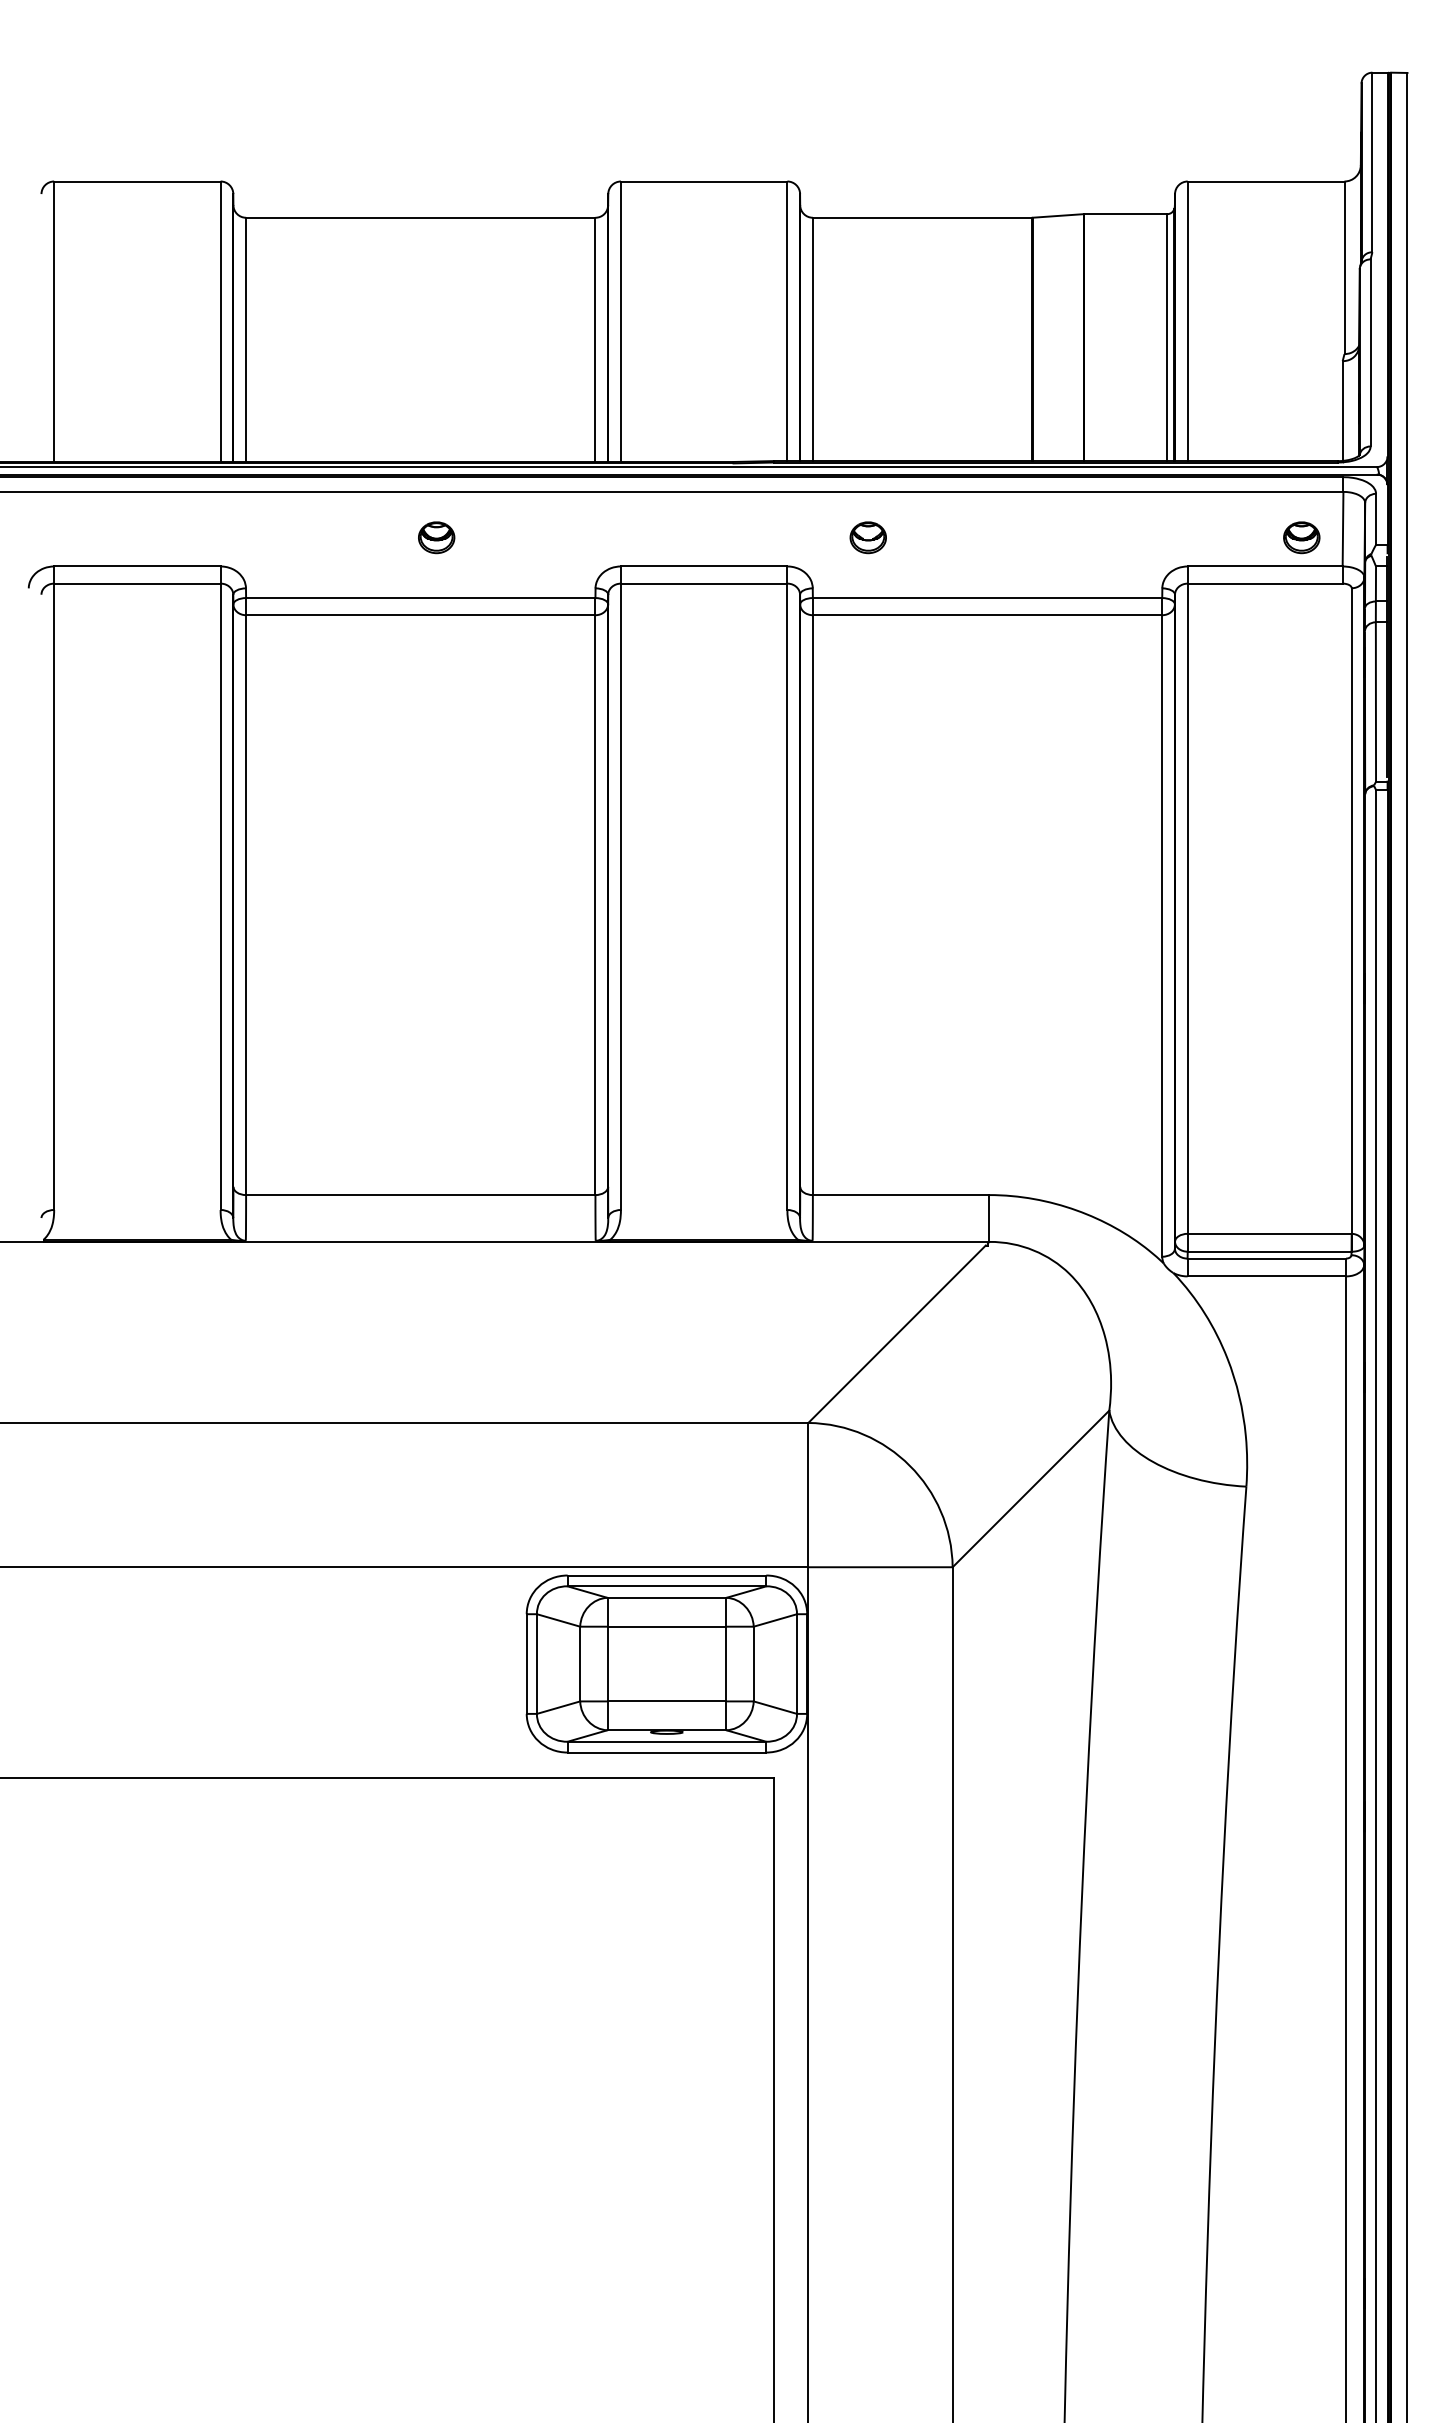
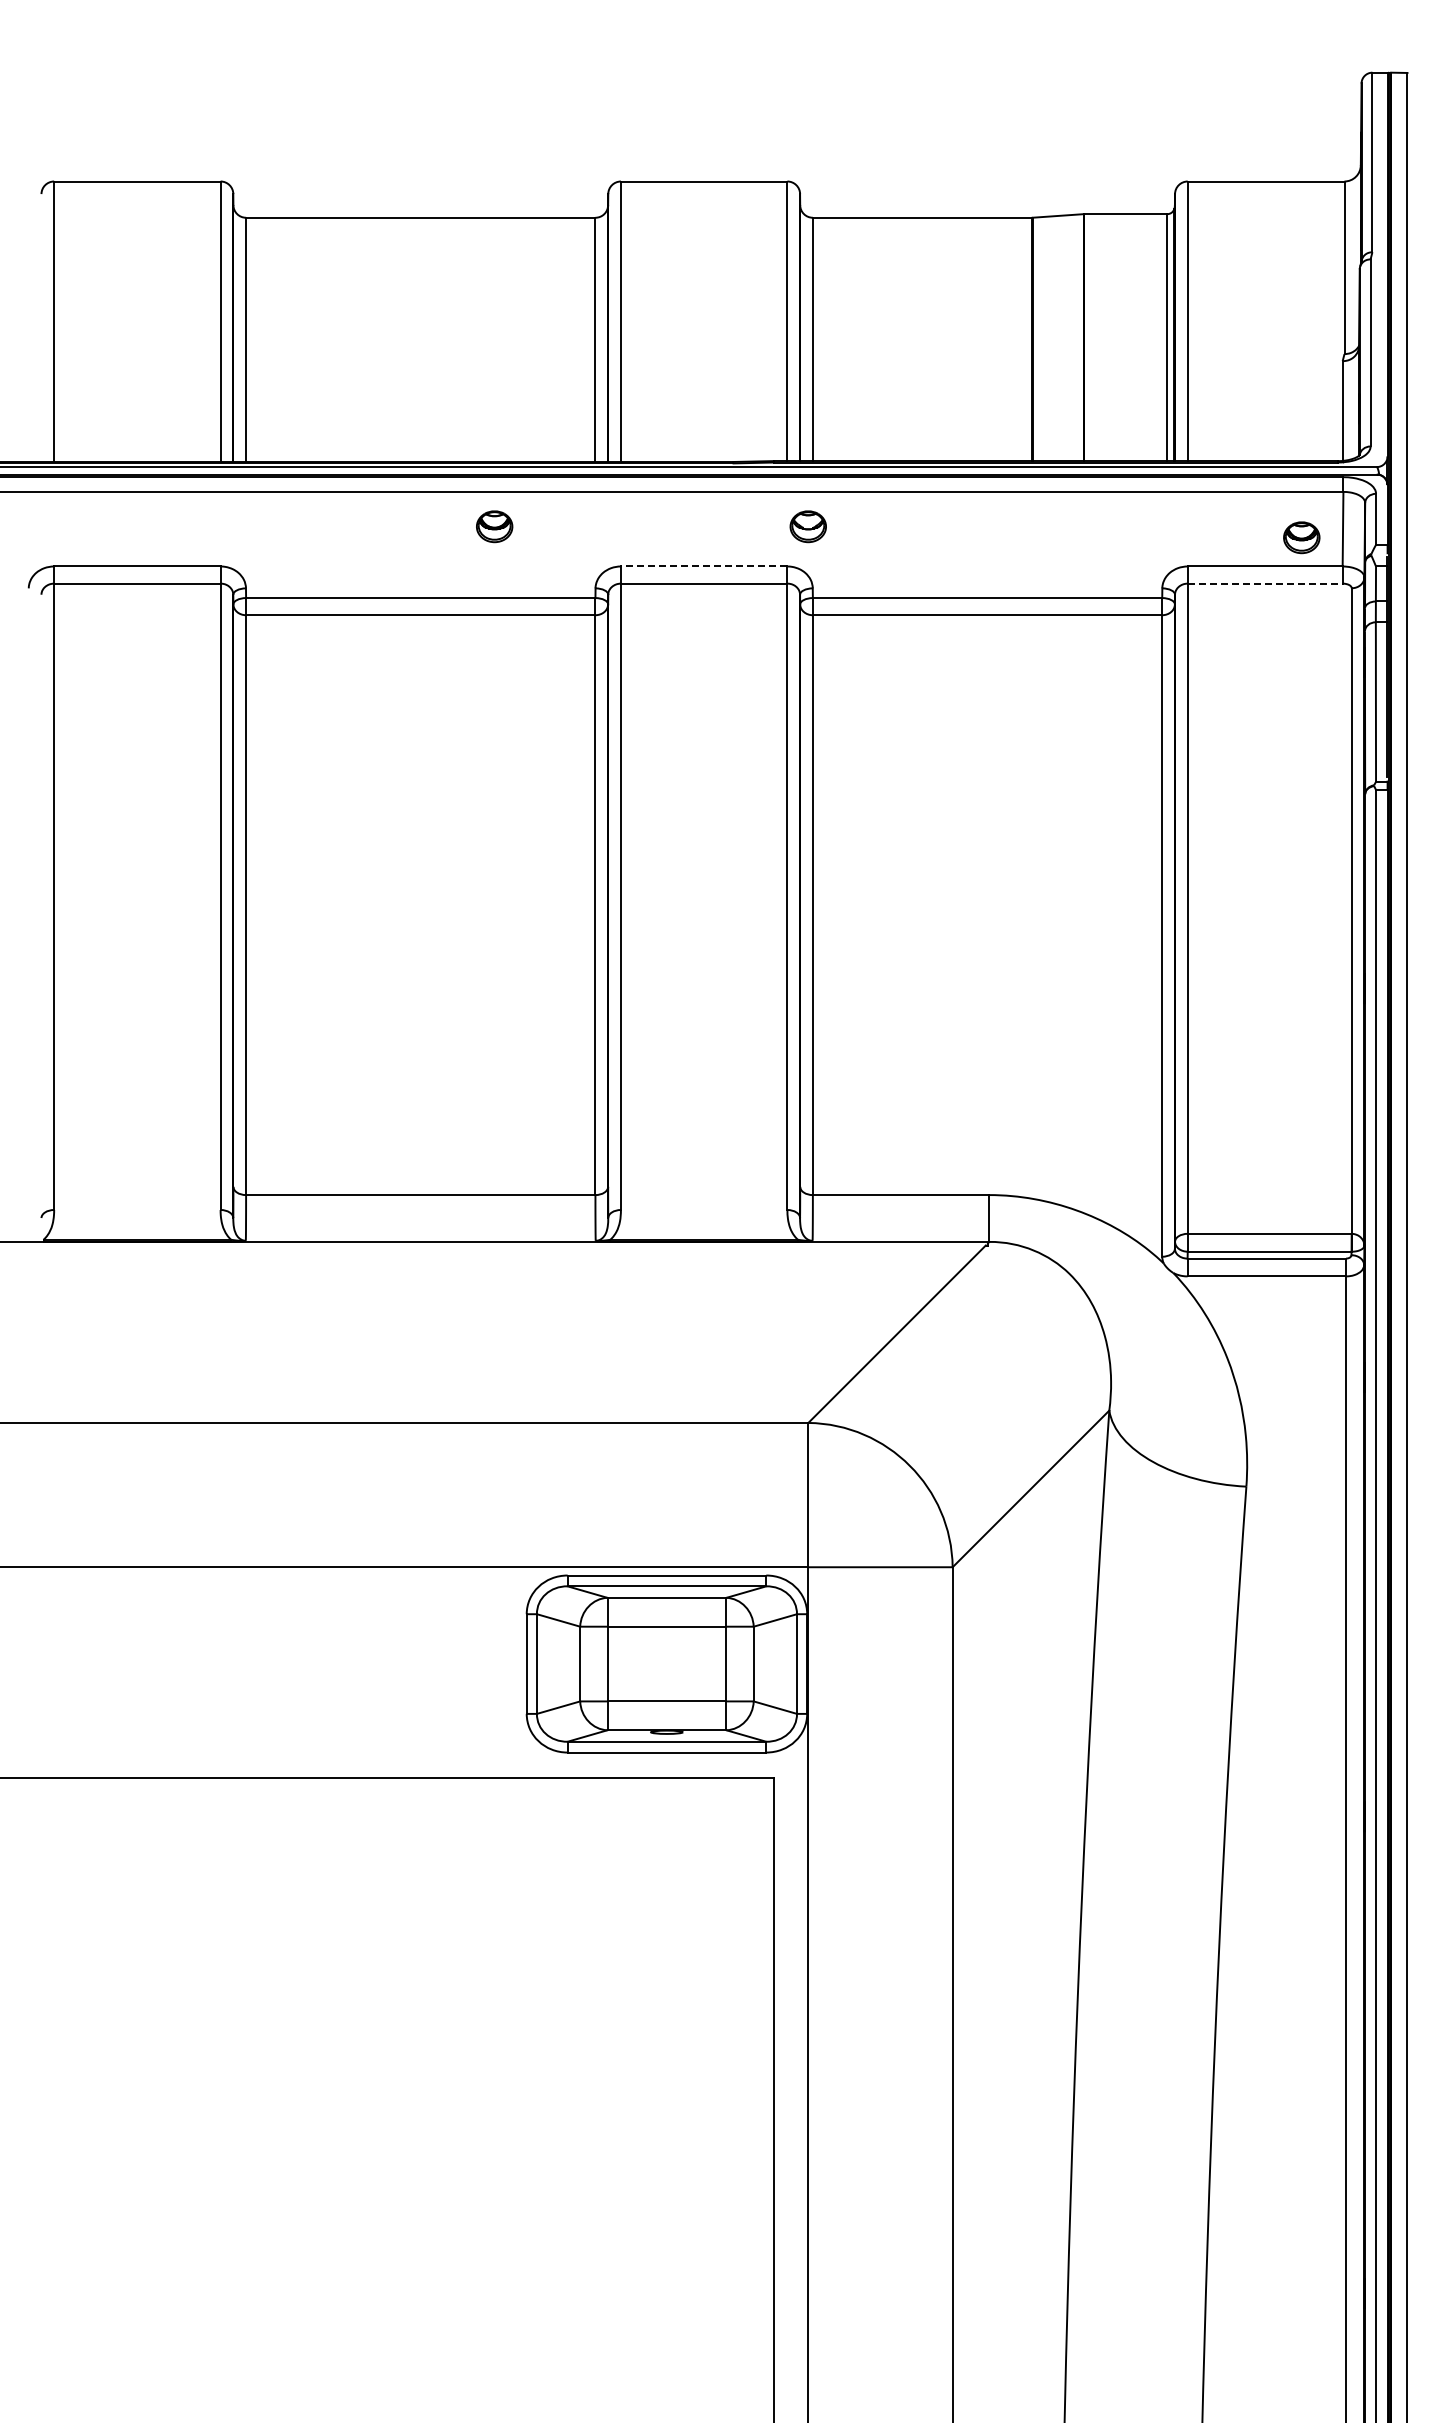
part at (436, 537) position: (436, 537) -> (494, 526)
part at (867, 537) position: (867, 537) -> (807, 526)
line at (703, 566): solid -> dashed
line at (1265, 583): solid -> dashed
